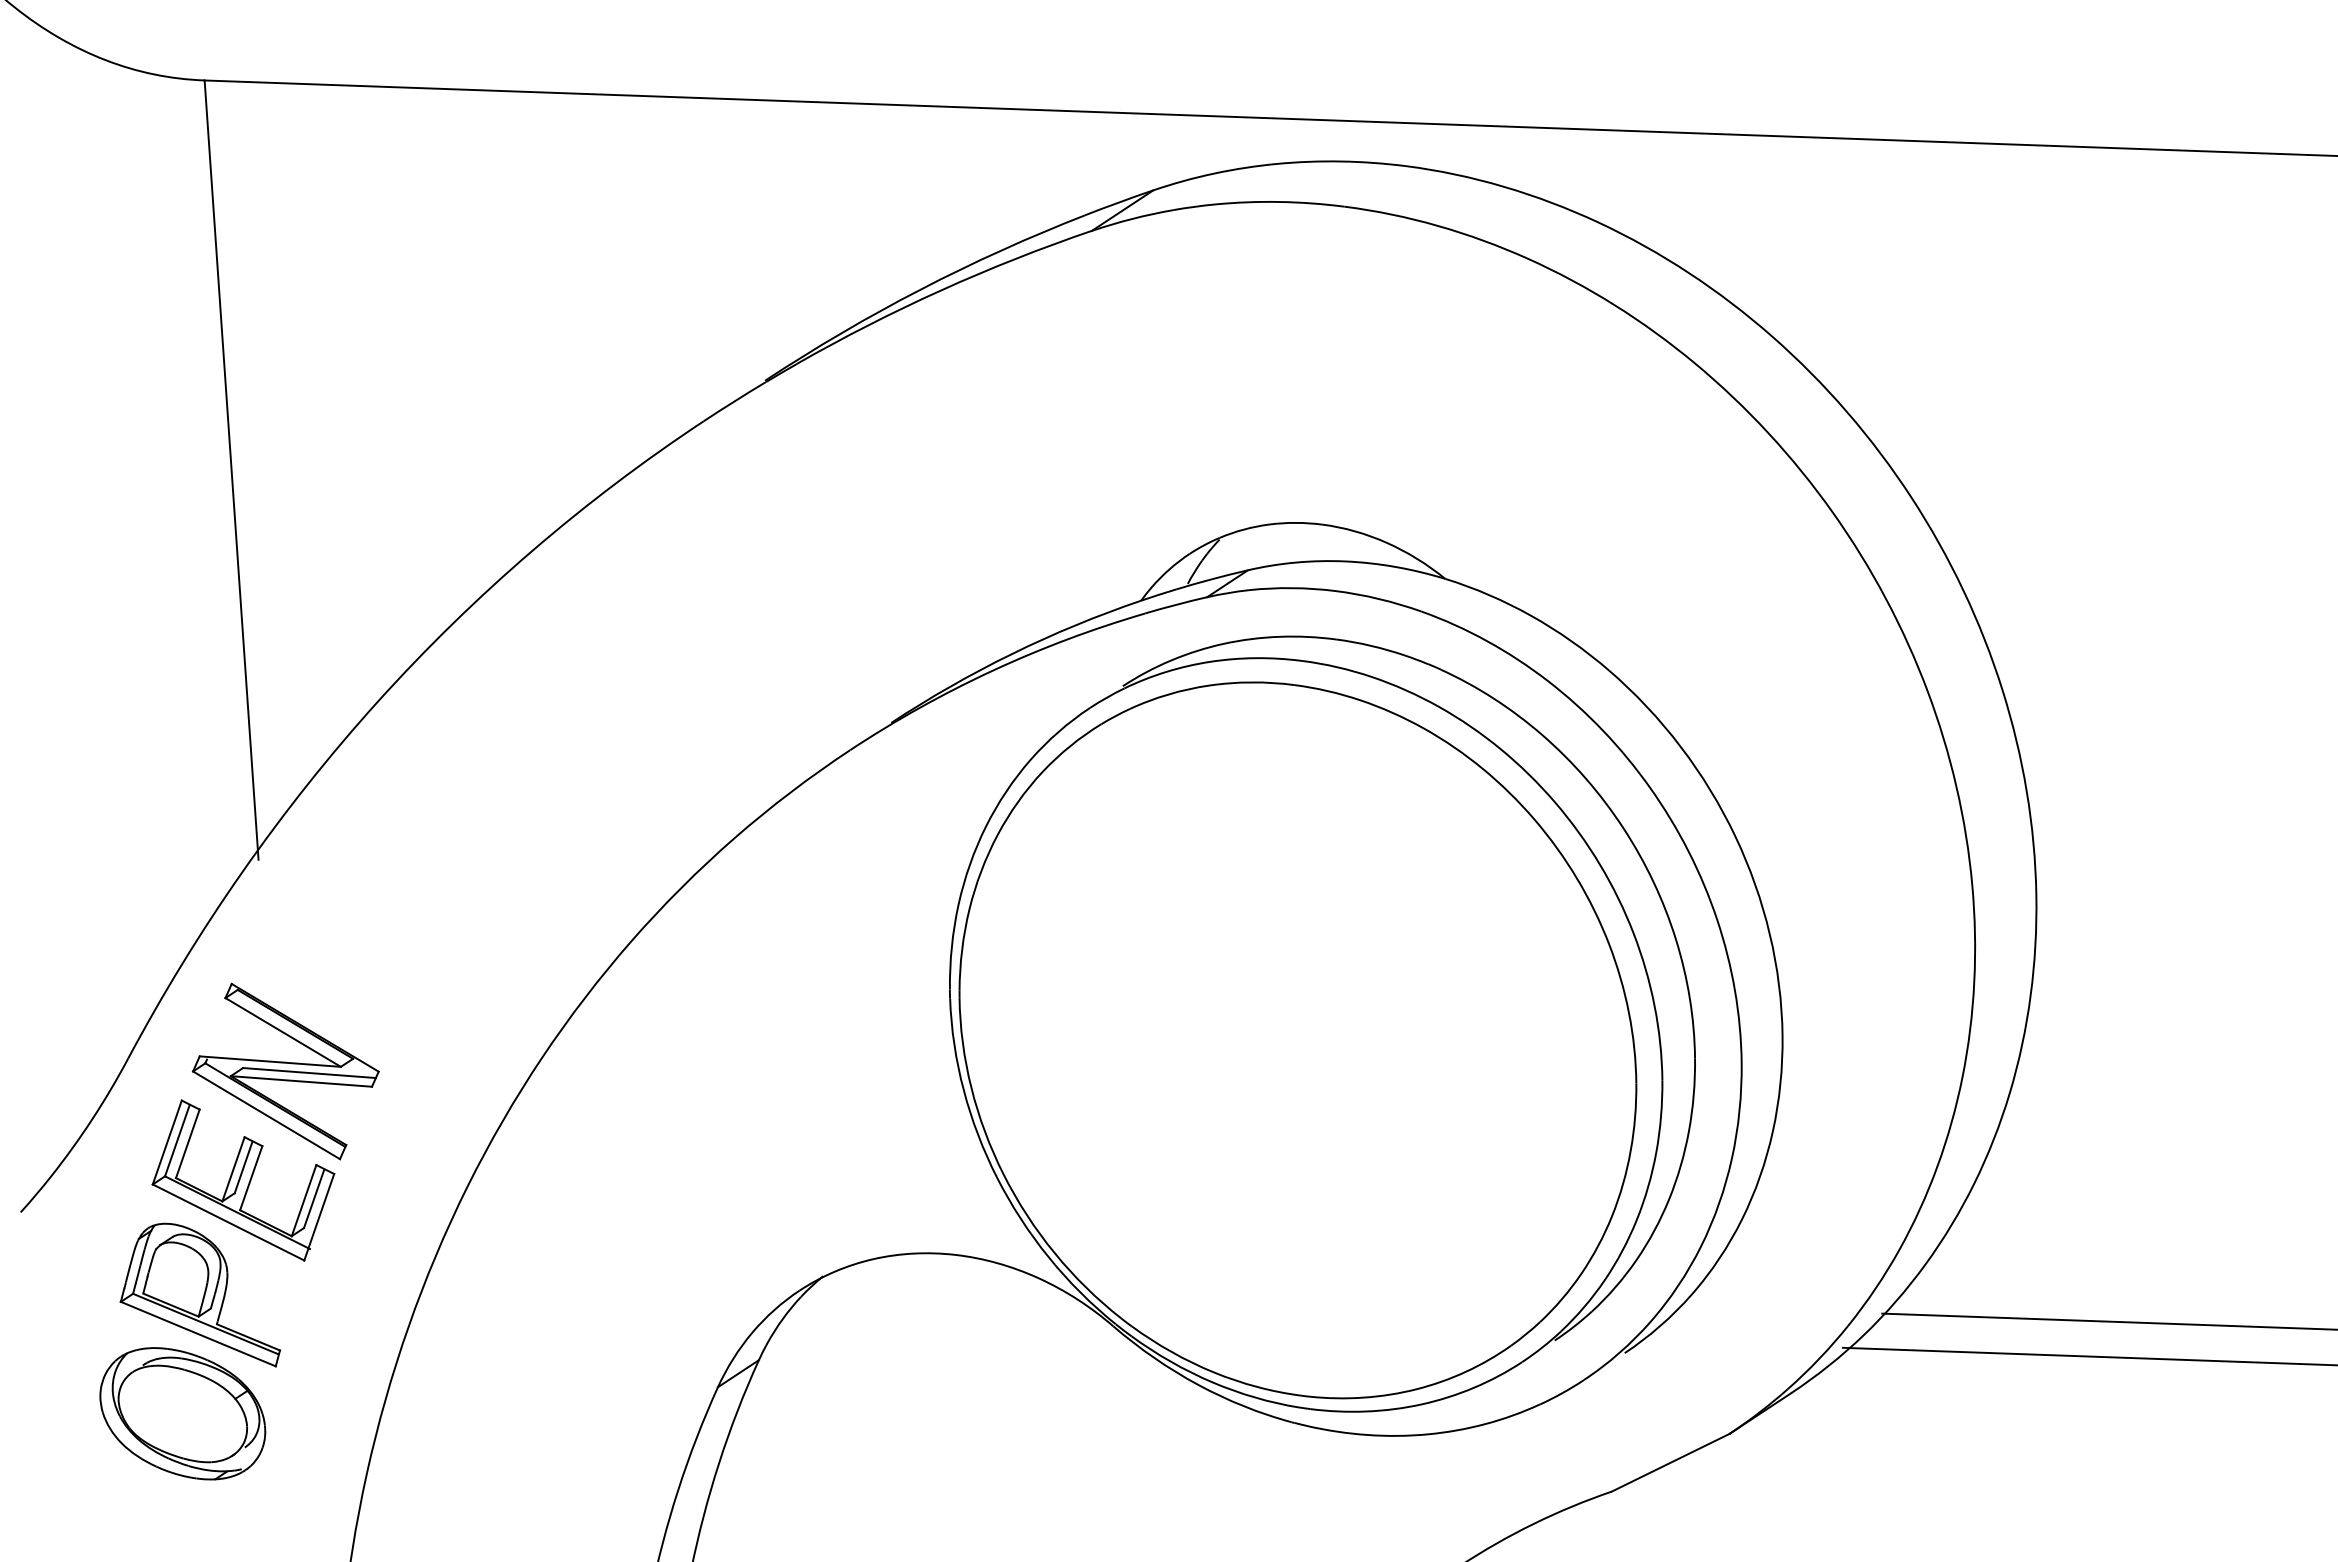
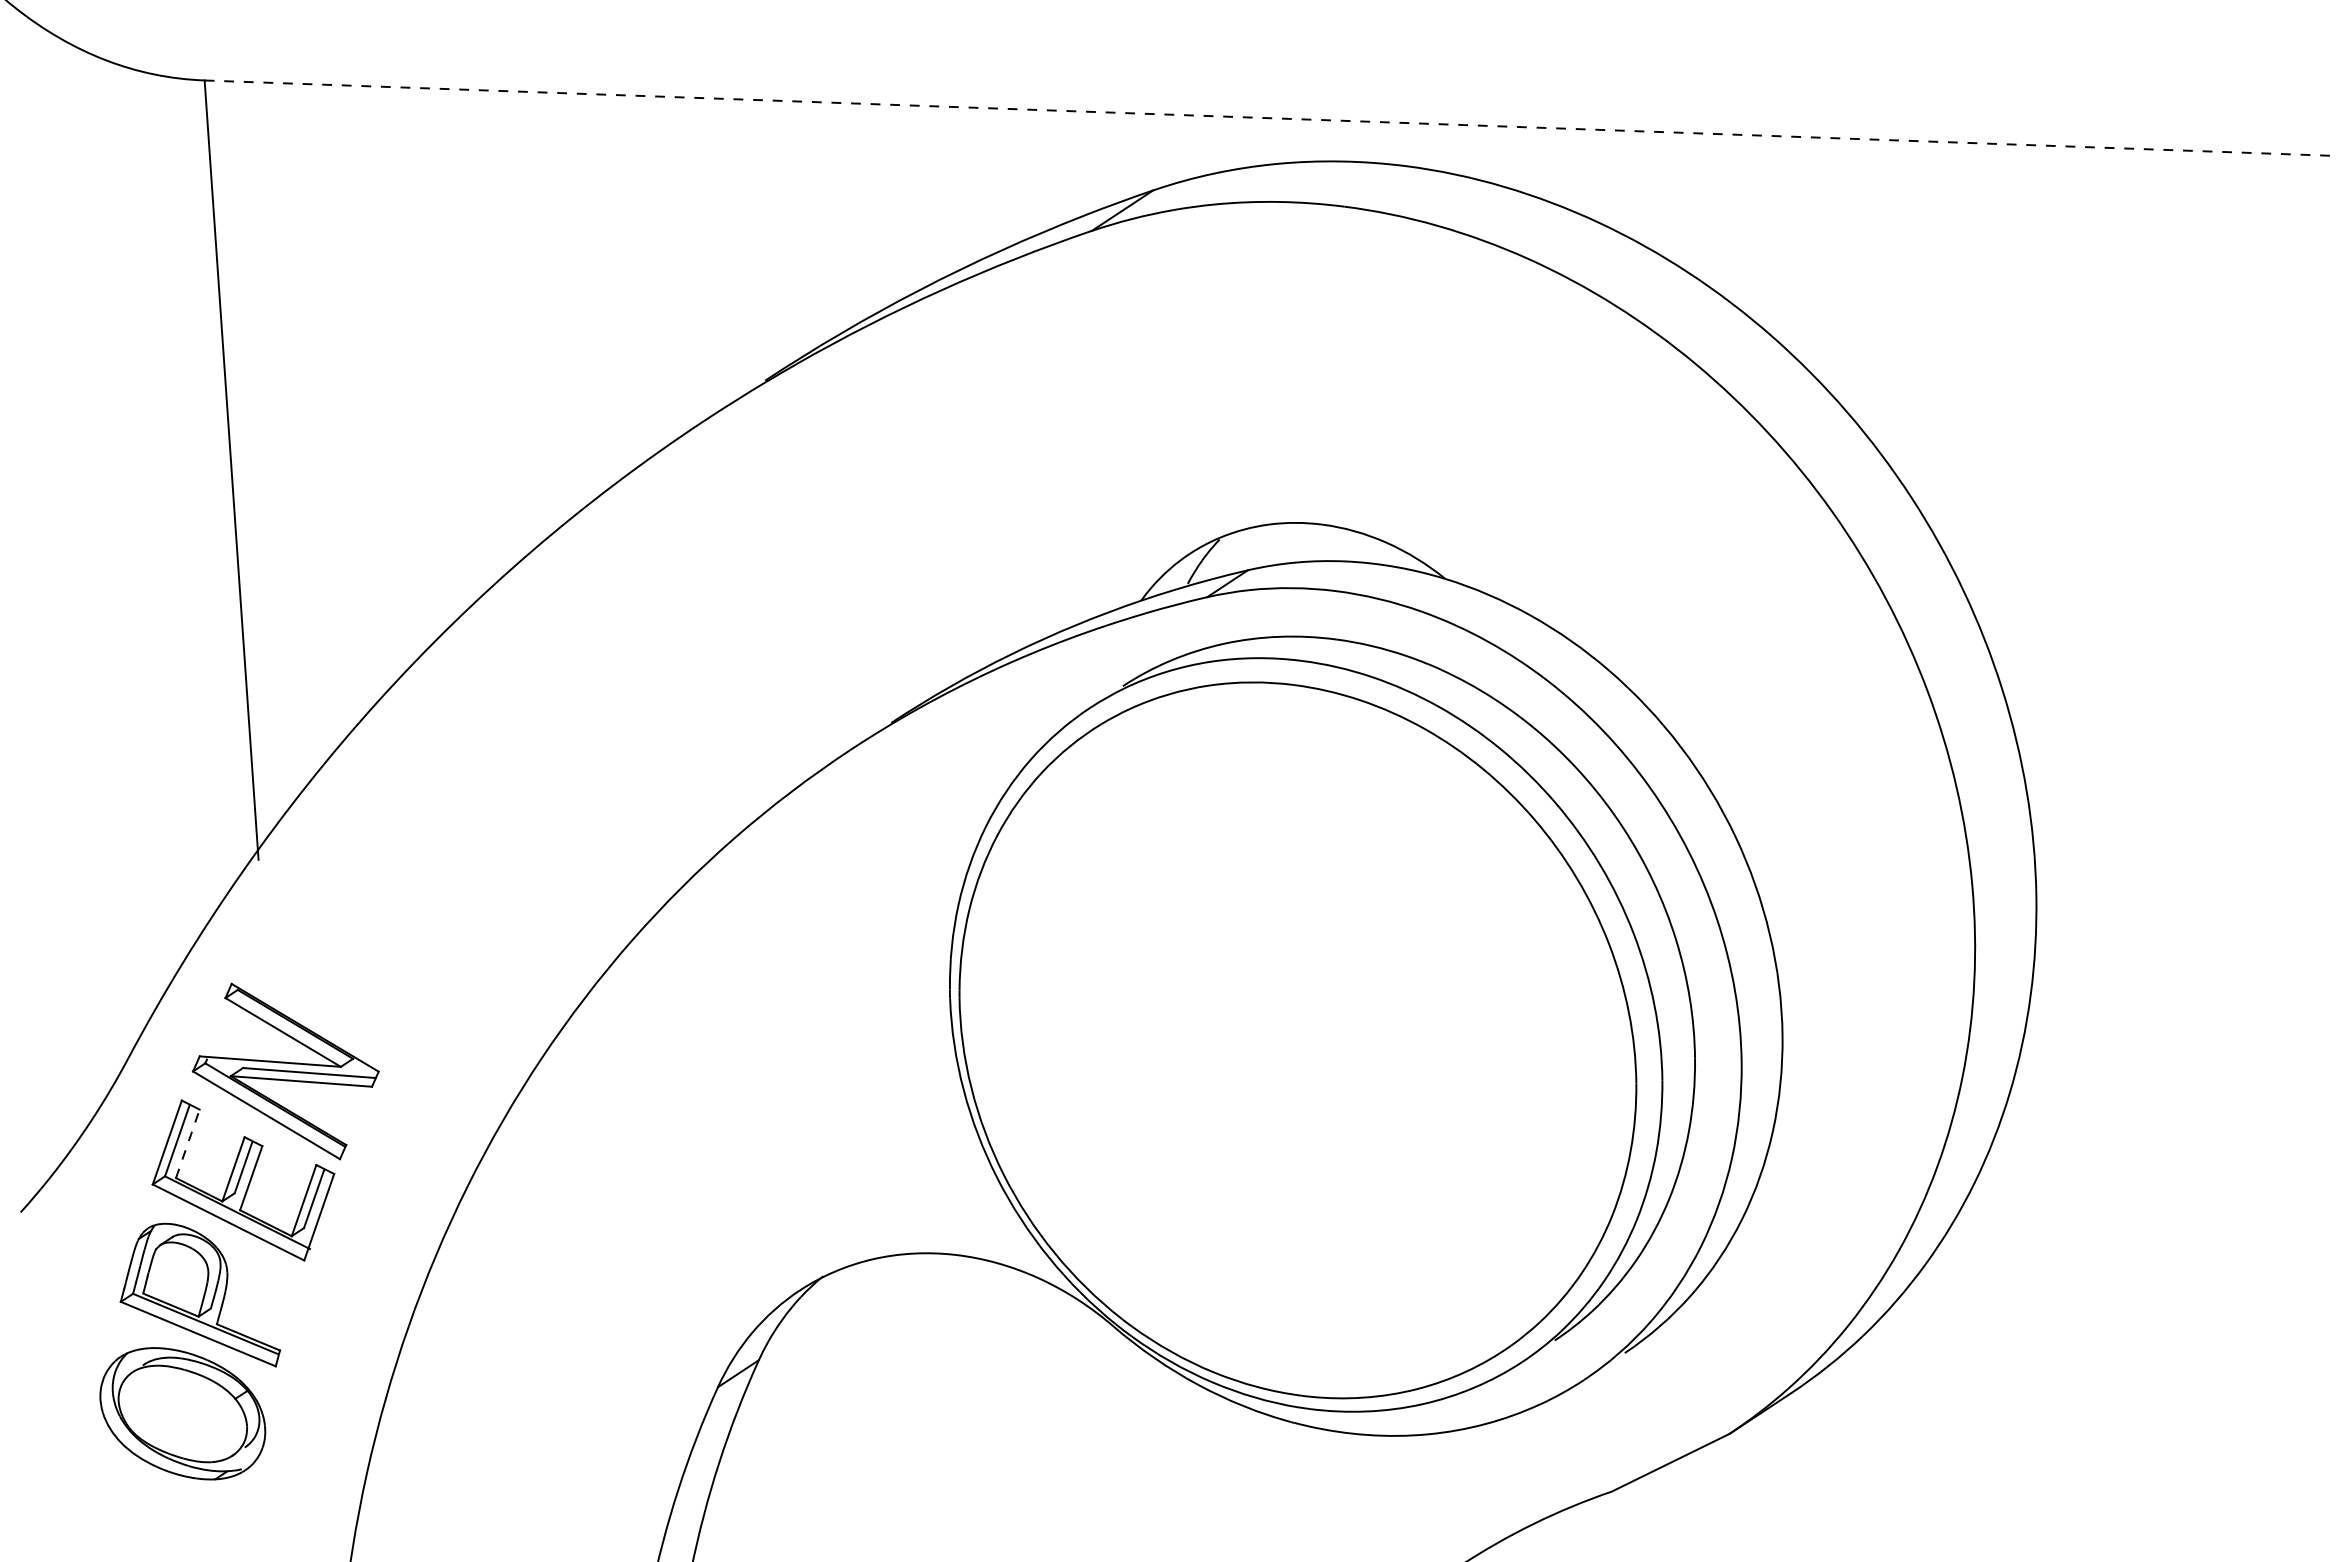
line at (1270, 118): solid -> dashed
line at (188, 1143): solid -> dashed
line at (2108, 1321): present -> none
line at (2088, 1356): present -> none
